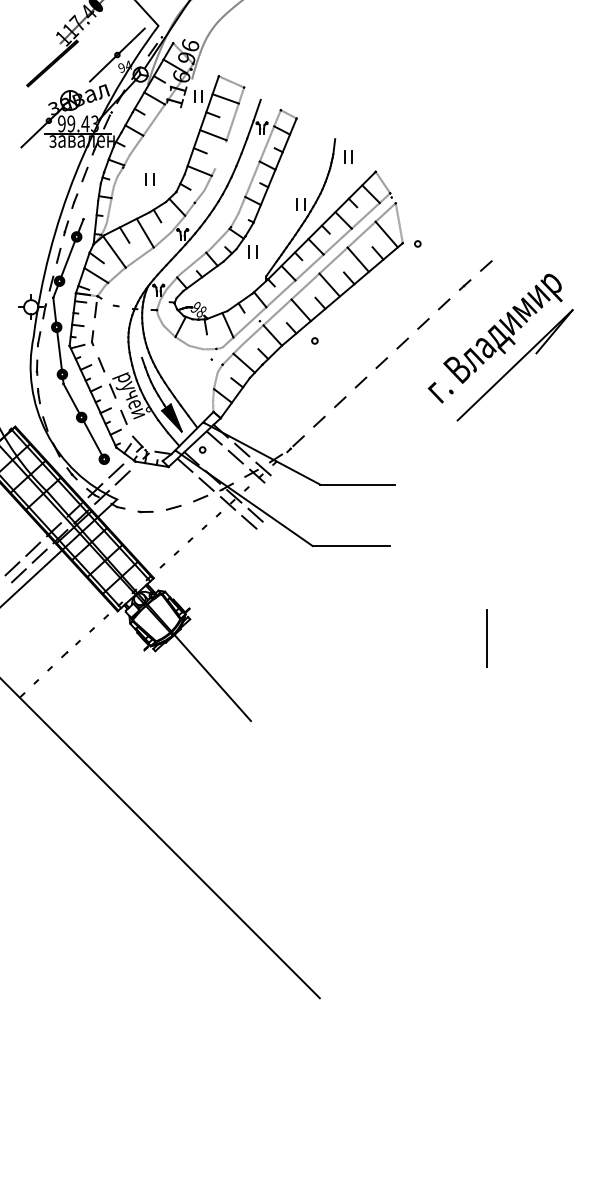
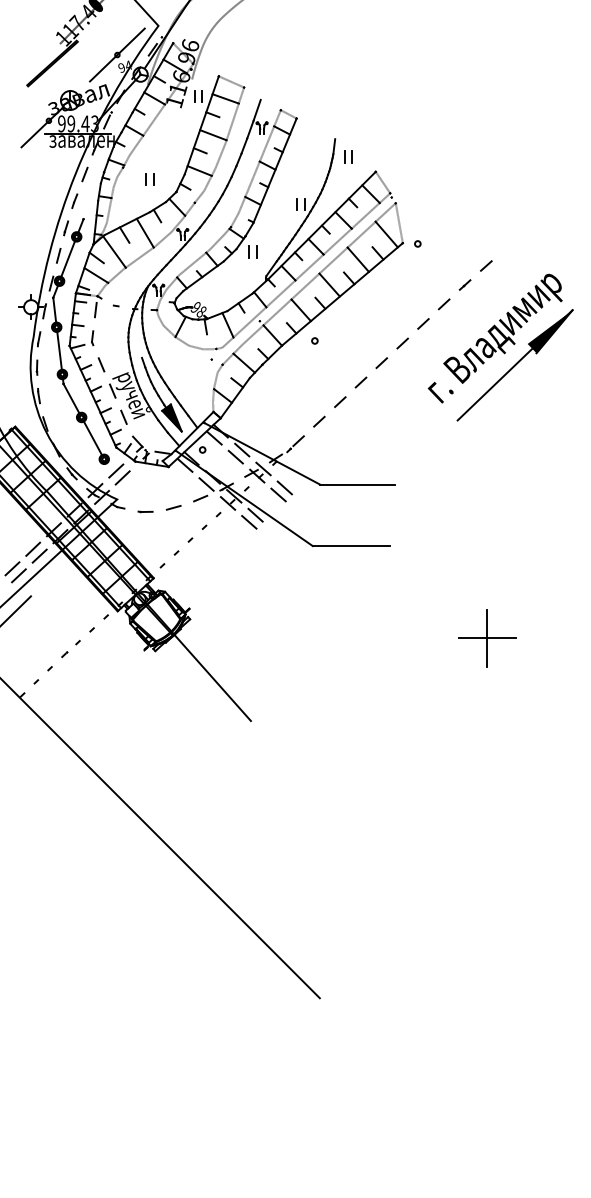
line at (220, 155): none -> present
fill at (549, 331): none -> present
part at (281, 491): none -> present
line at (16, 610): none -> present
line at (486, 638): none -> present
